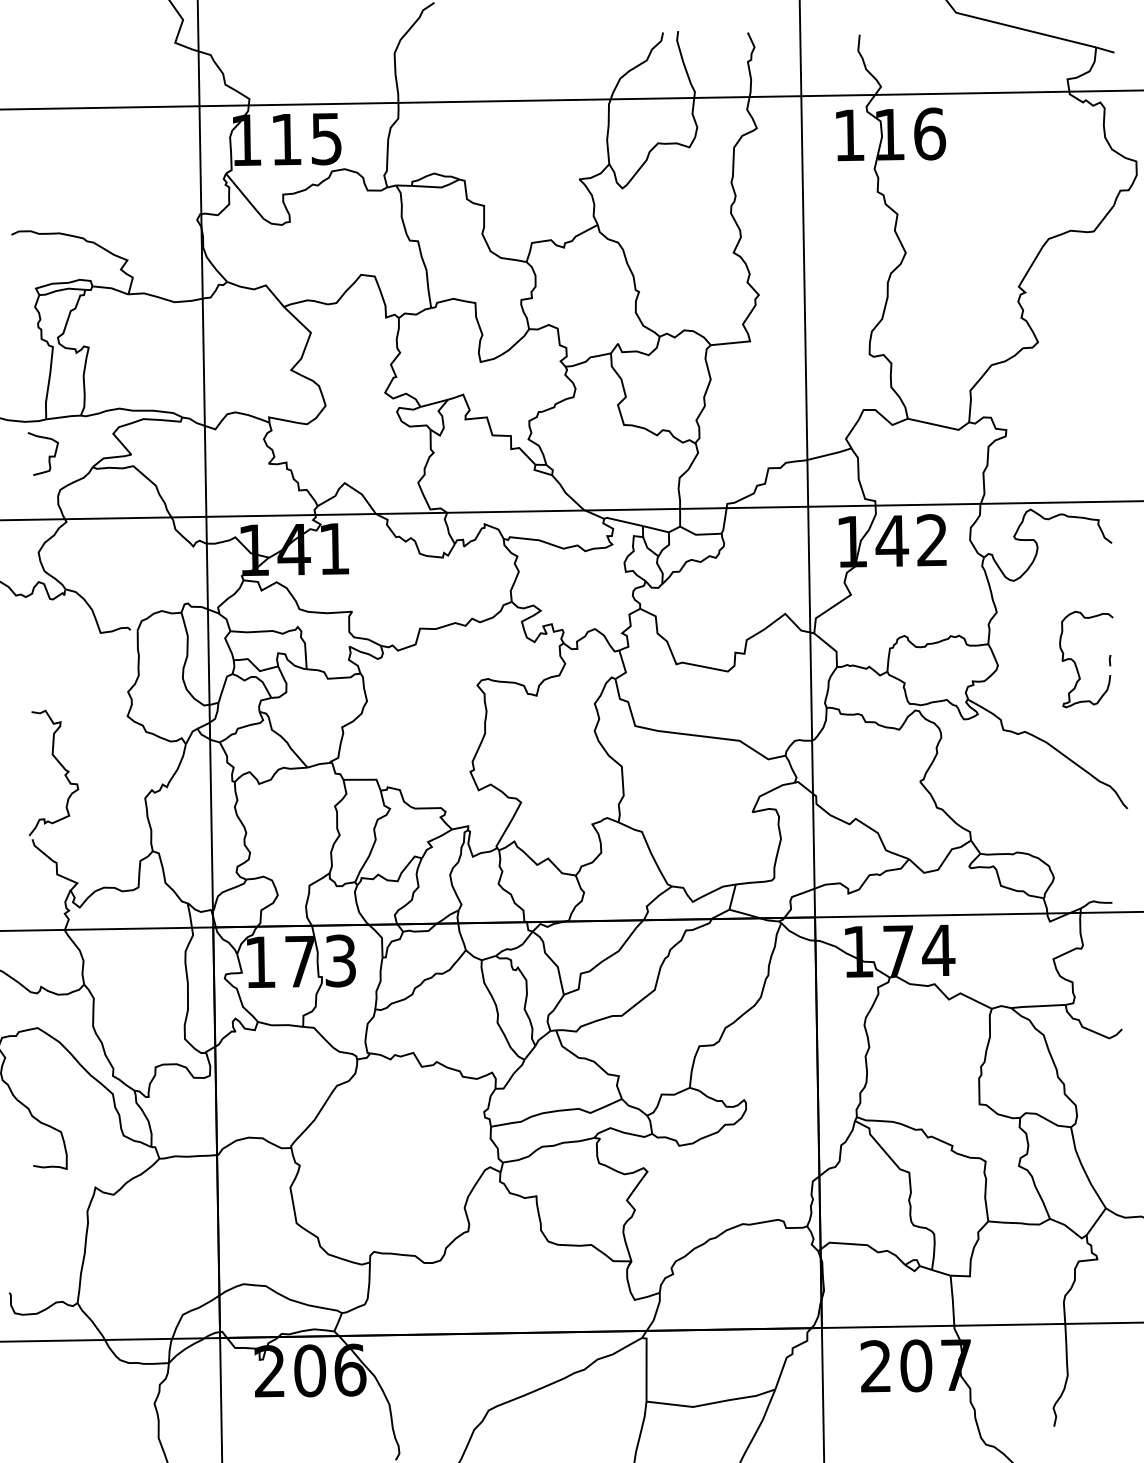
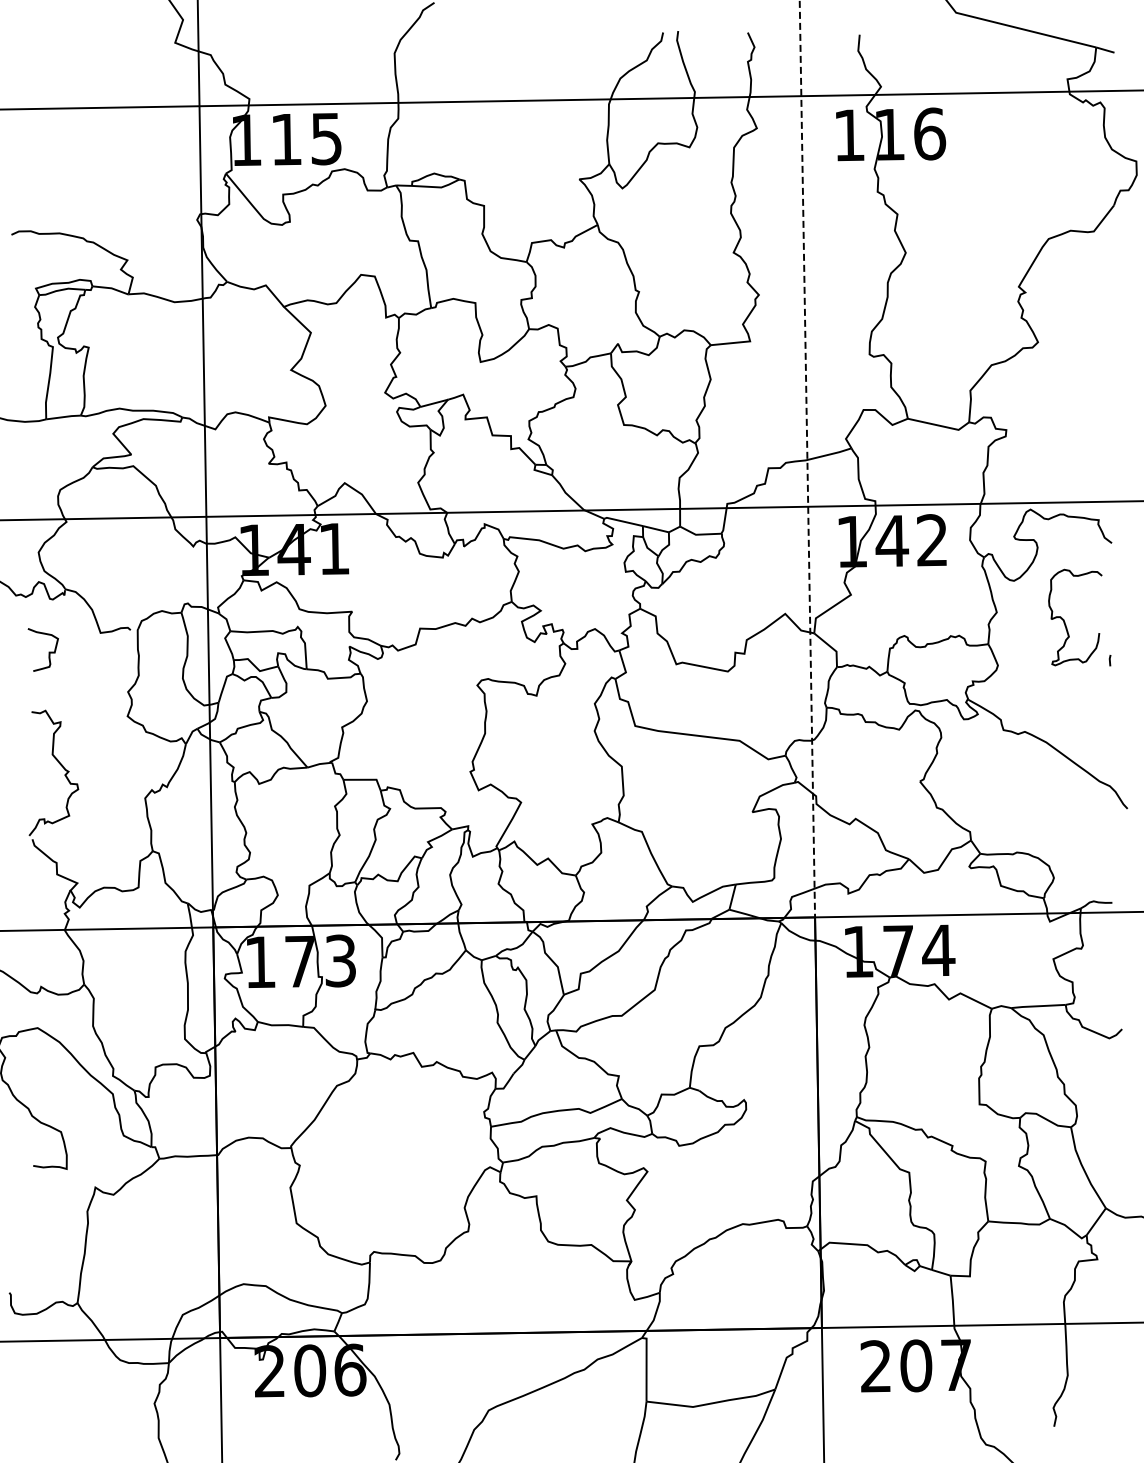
curve at (48, 456) position: (48, 456) -> (48, 652)
line at (807, 459): solid -> dashed
curve at (1075, 661) position: (1075, 661) -> (1064, 619)
